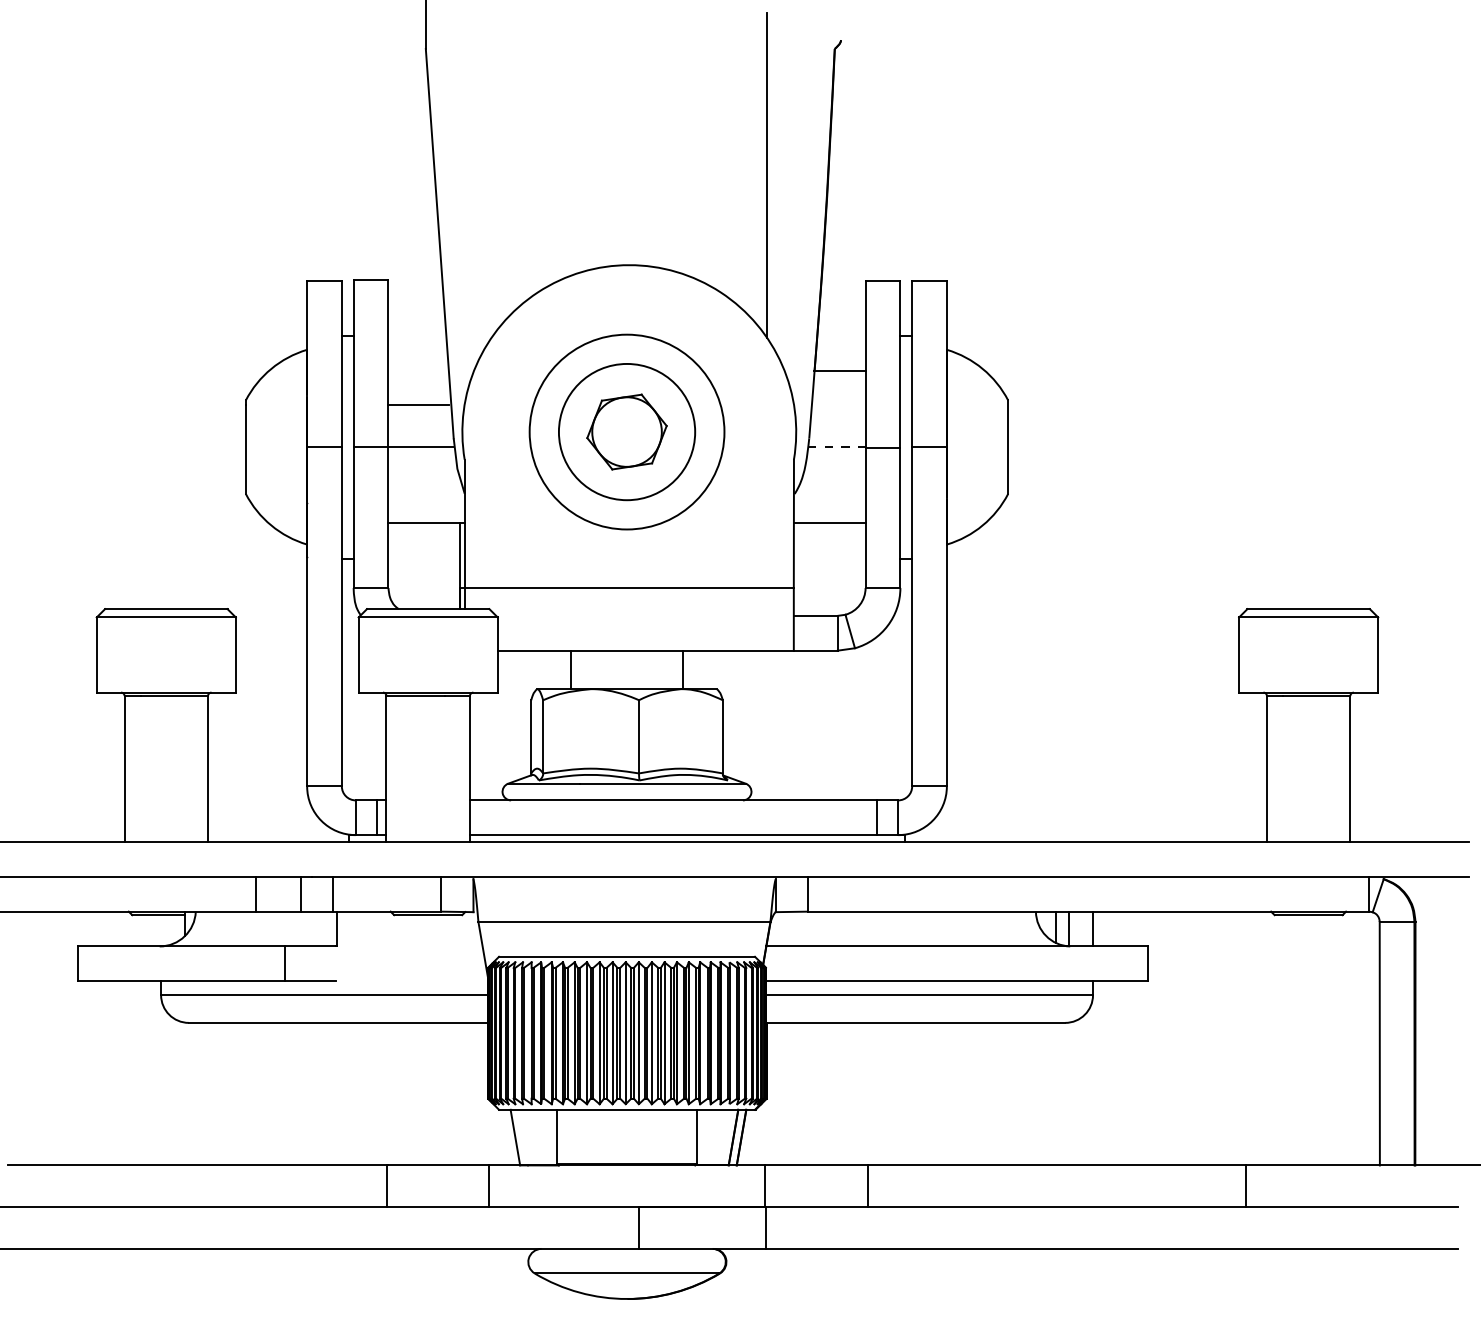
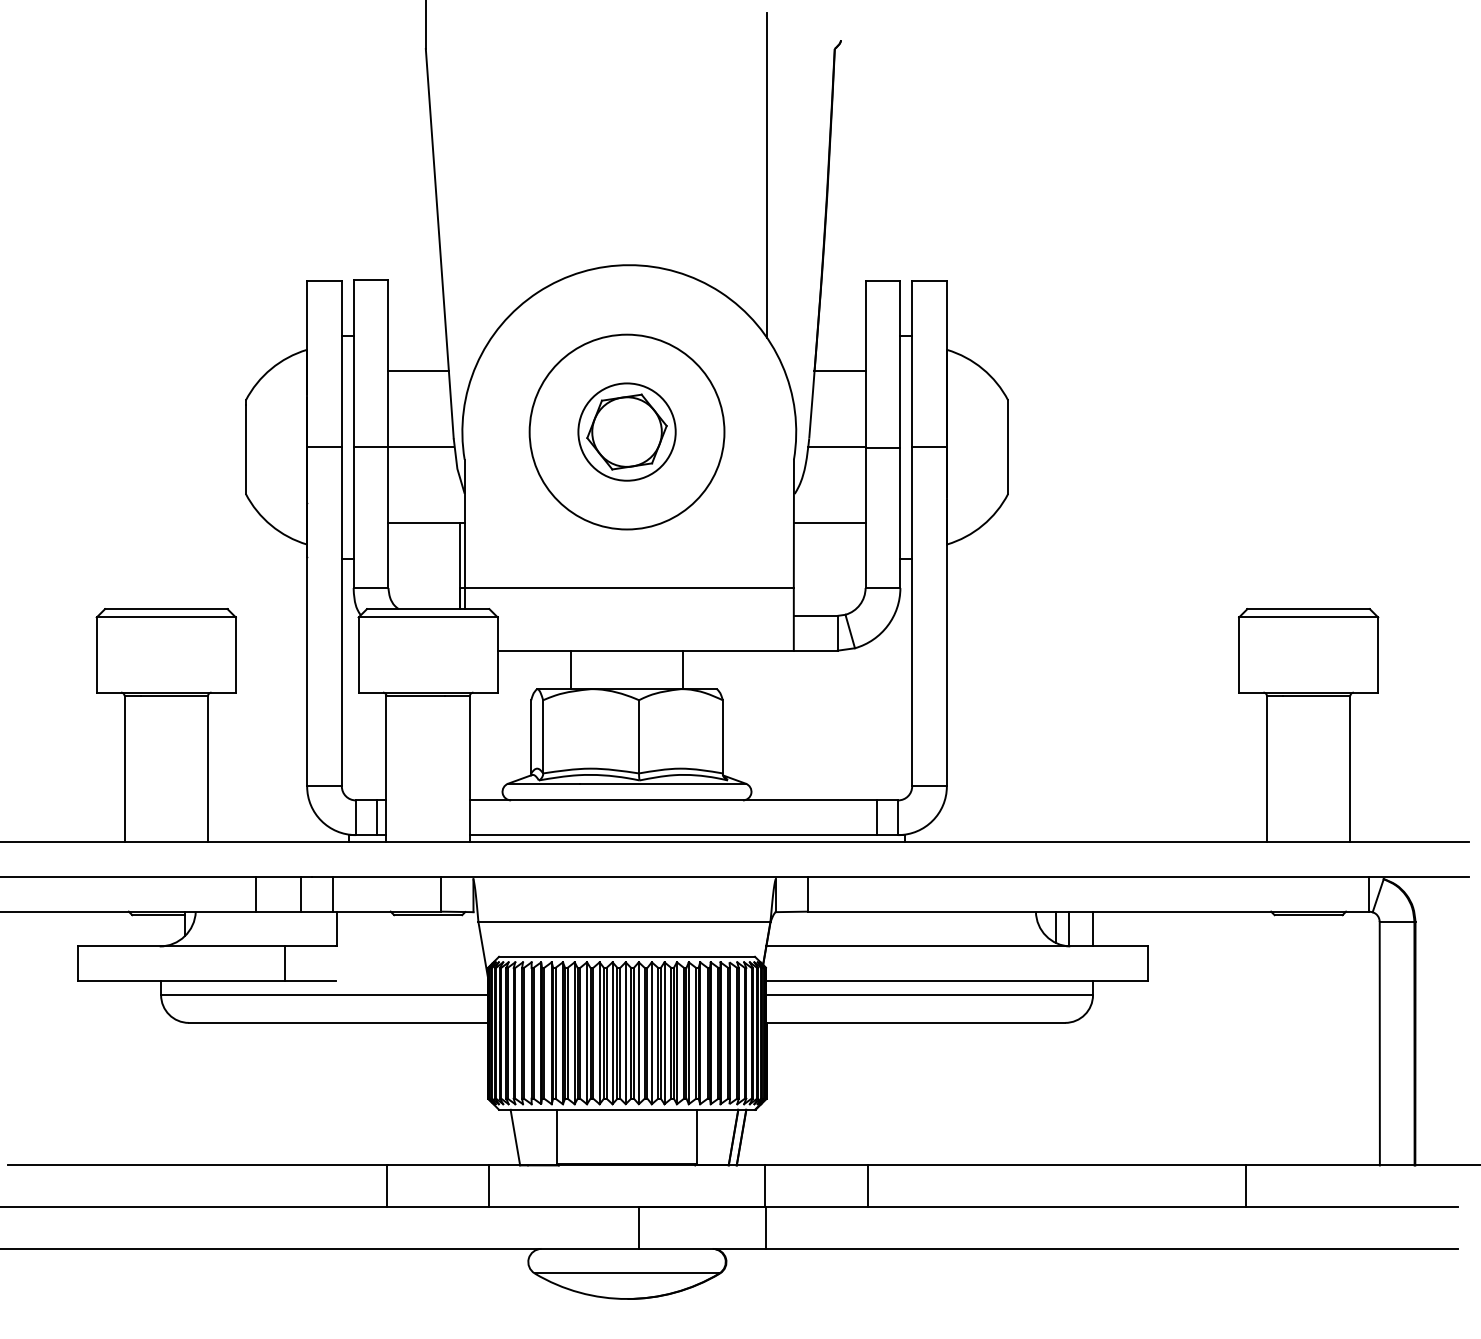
line at (418, 405) position: (418, 405) -> (418, 371)
circle at (626, 431) diameter: 136 px -> 97 px
line at (836, 447): dashed -> solid
